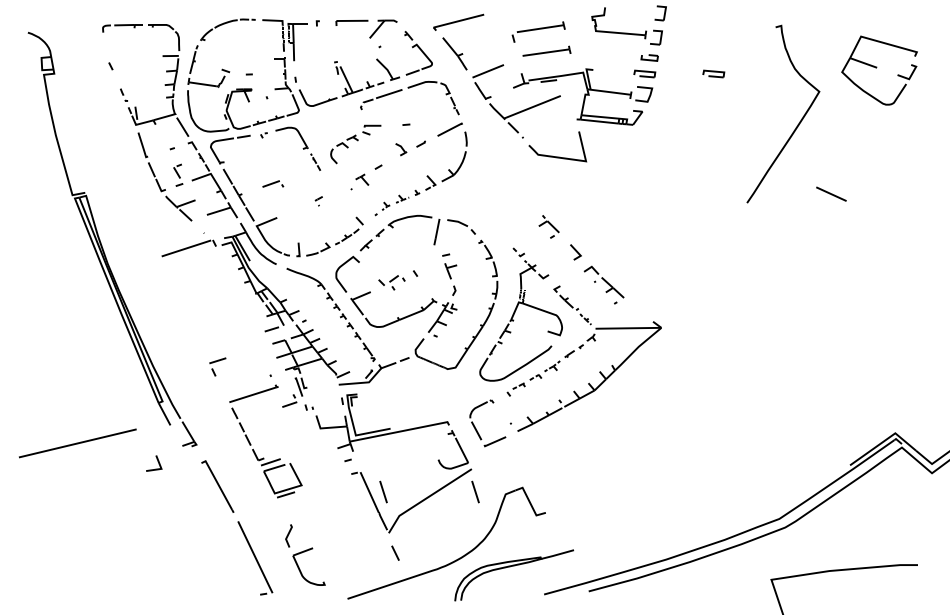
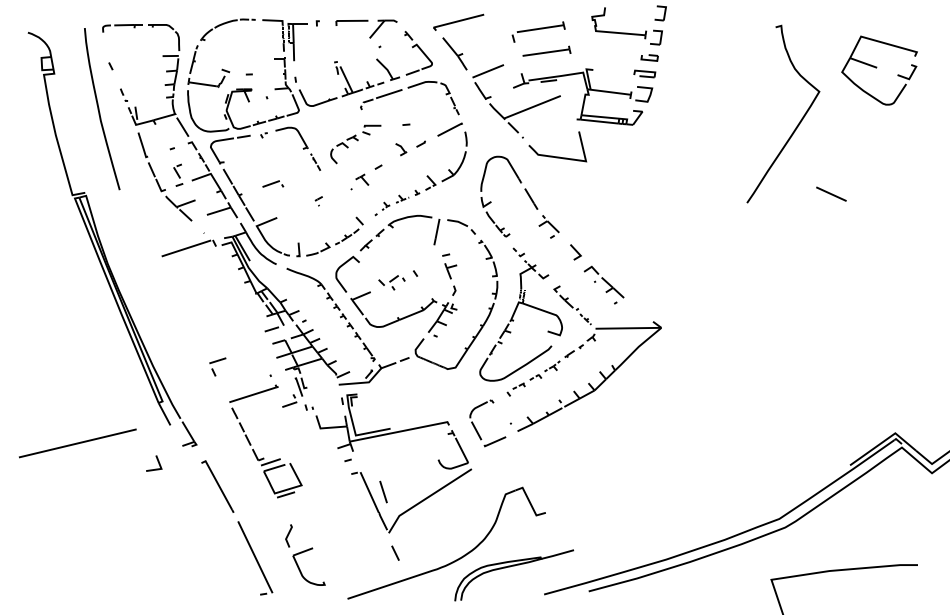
part at (713, 73): present -> none
curve at (99, 109): none -> present
part at (524, 189): none -> present
line at (475, 491): present -> none
